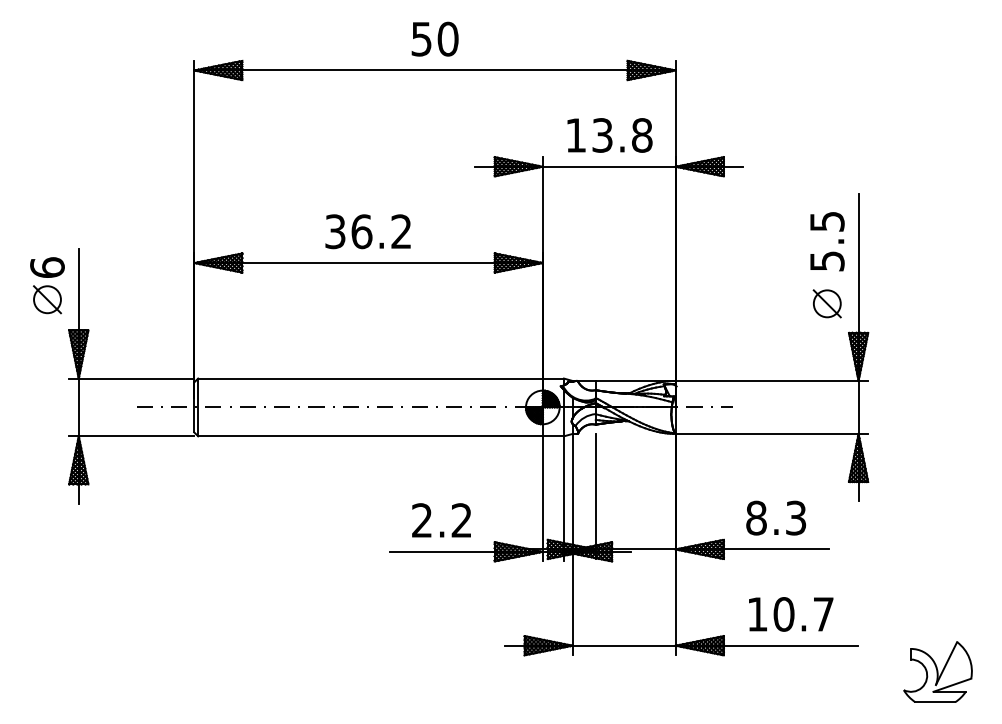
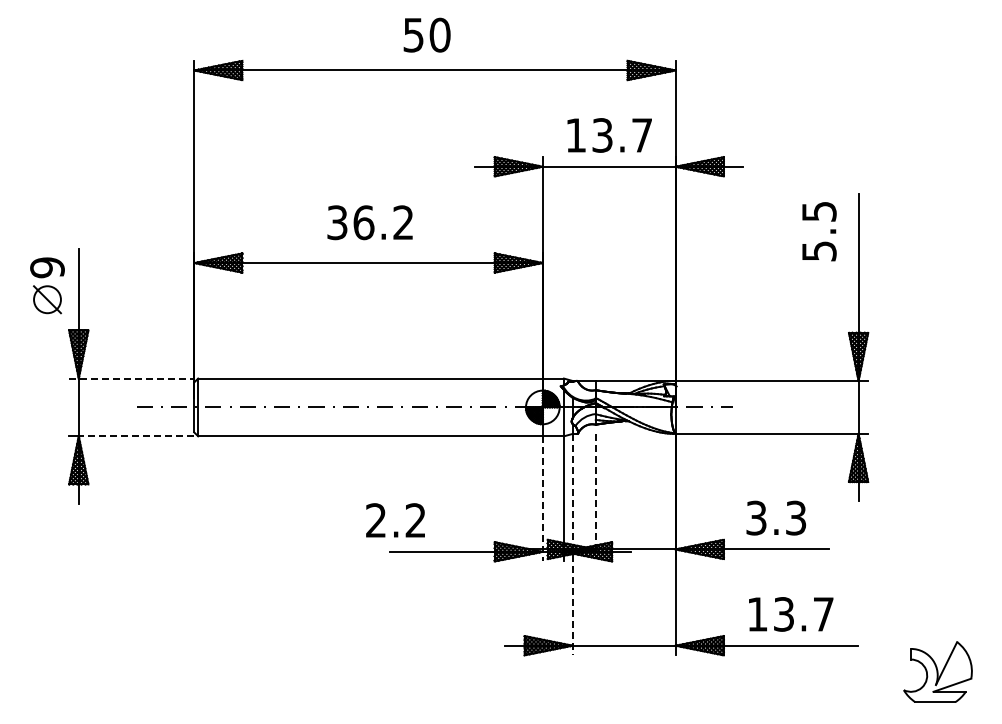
text at (434, 38) position: (434, 38) -> (426, 34)
text at (642, 135): 13.8 -> 13.7
text at (367, 231) position: (367, 231) -> (369, 222)
text at (827, 241) position: (827, 241) -> (819, 231)
text at (47, 267): 6 -> 9
part at (826, 303): present -> none
line at (131, 378): solid -> dashed
line at (136, 436): solid -> dashed
line at (595, 496): solid -> dashed
line at (542, 498): solid -> dashed
text at (756, 517): 8.3 -> 3.3
text at (441, 520) position: (441, 520) -> (395, 520)
line at (572, 544): solid -> dashed
text at (783, 614): 10.7 -> 13.7
